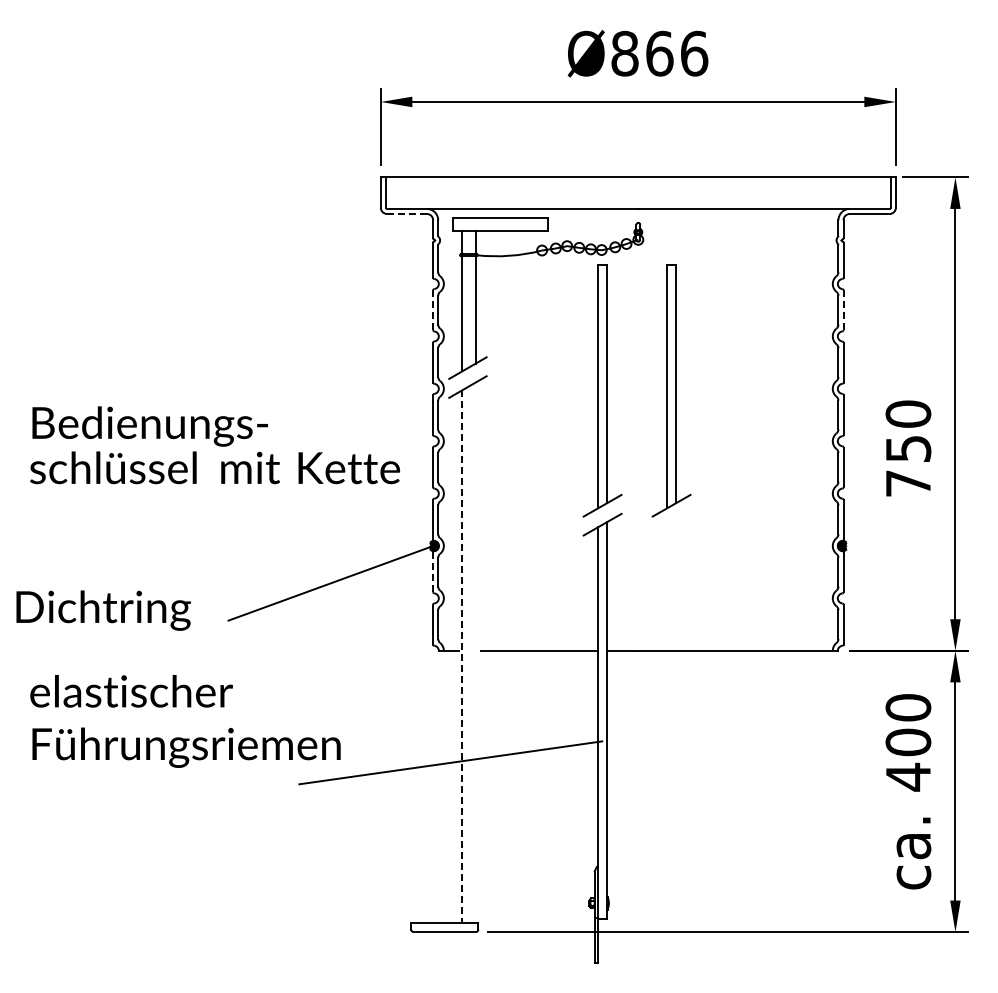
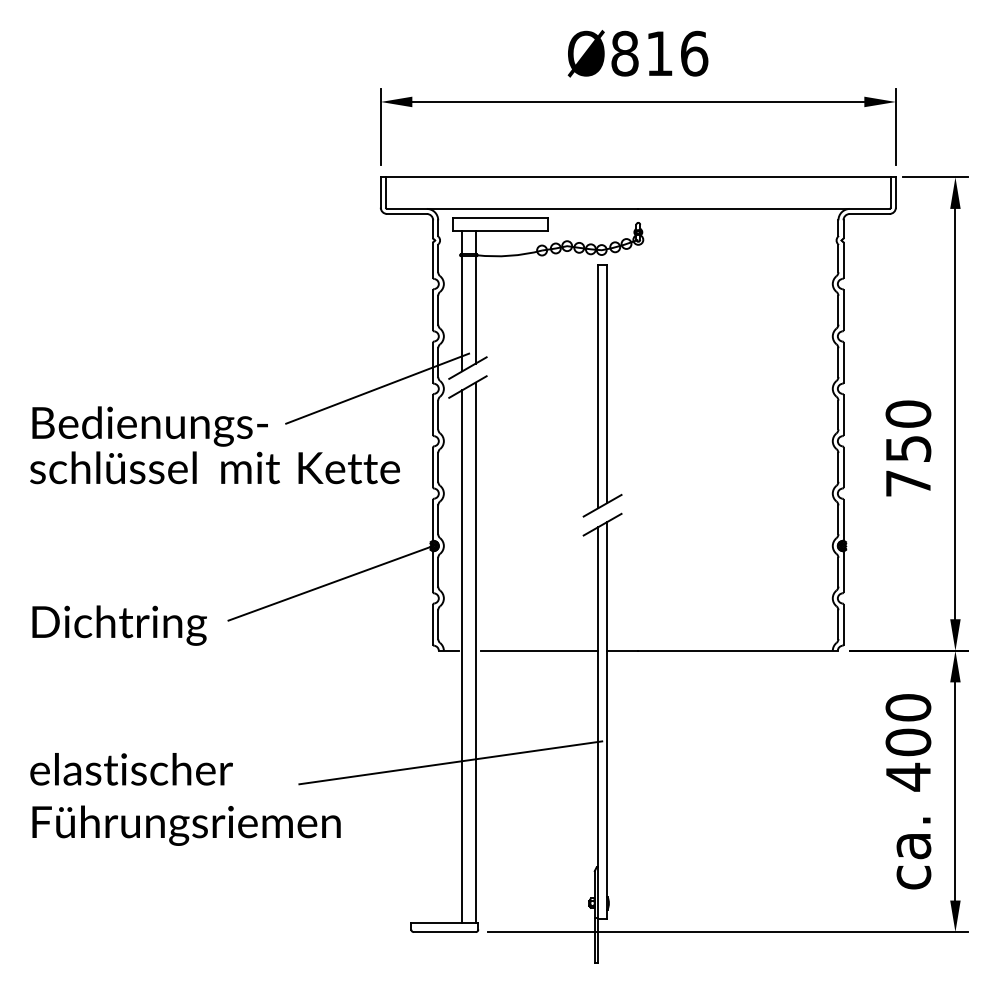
text at (659, 53): Ø866 -> Ø816
line at (406, 213): dashed -> solid
line at (433, 310): dashed -> solid
line at (843, 310): dashed -> solid
line at (377, 388): none -> present
part at (671, 390): present -> none
line at (433, 572): dashed -> solid
text at (103, 610) position: (103, 610) -> (119, 625)
line at (475, 652): none -> present
line at (462, 657): dashed -> solid
text at (185, 721) position: (185, 721) -> (185, 799)
